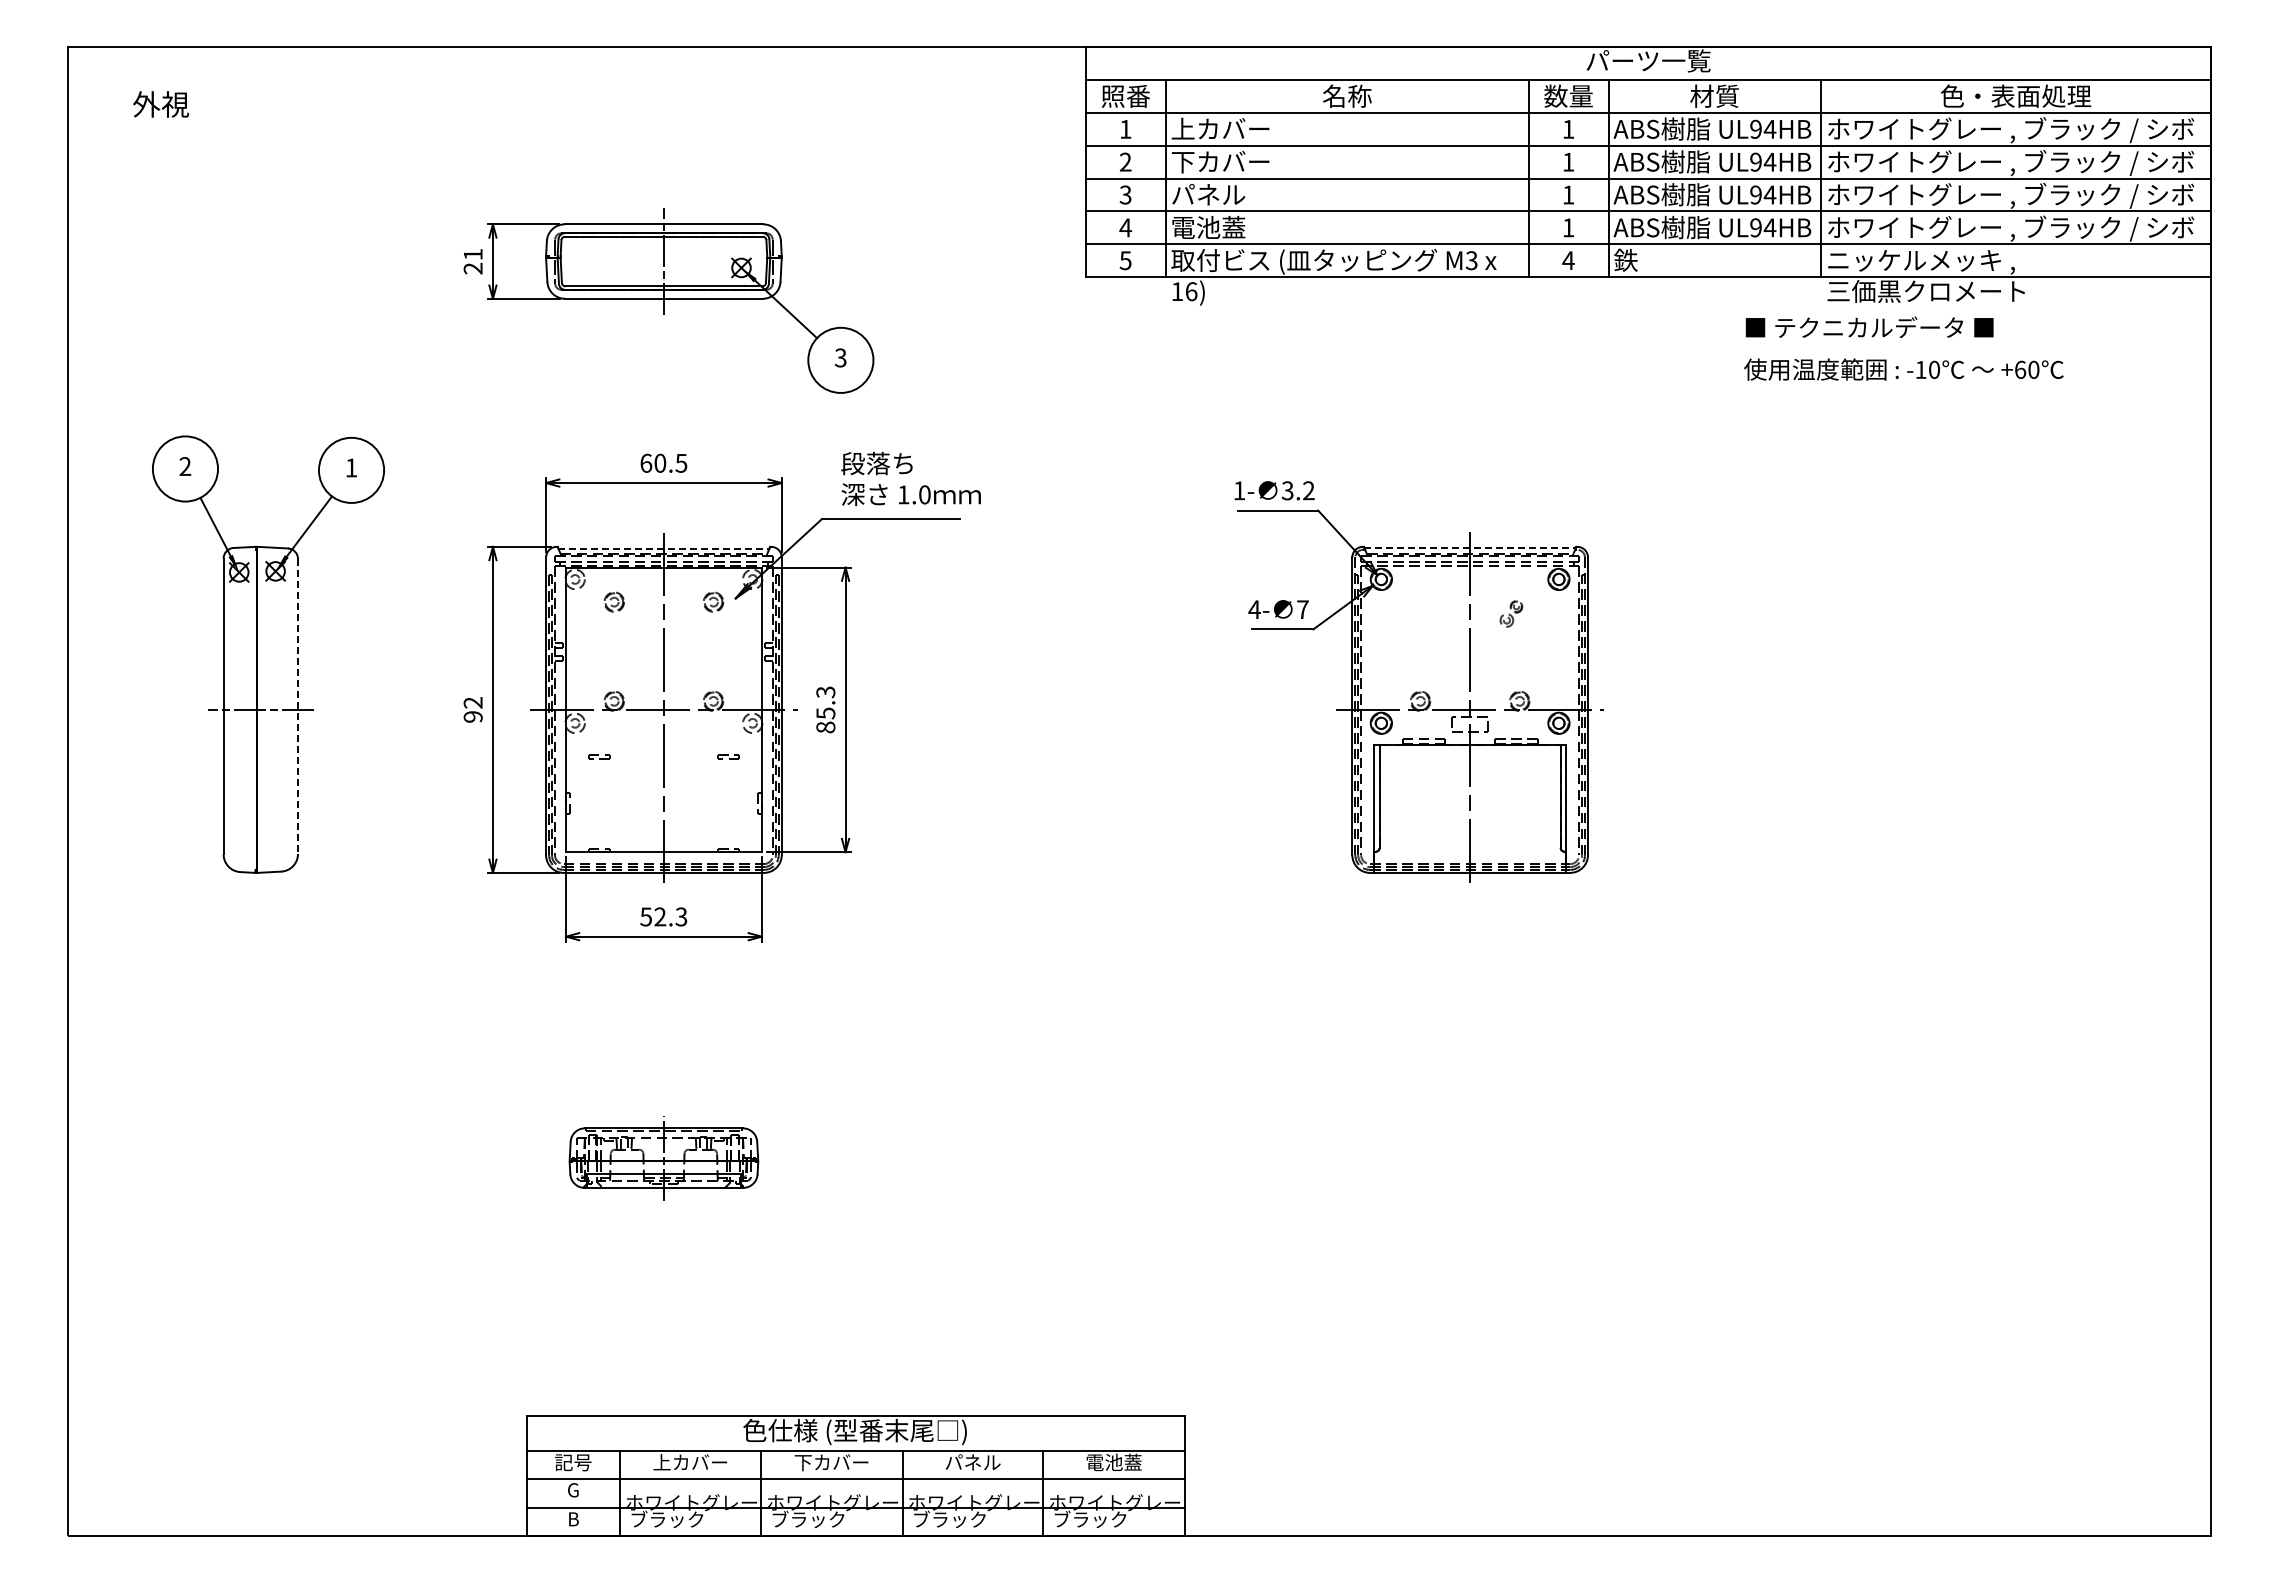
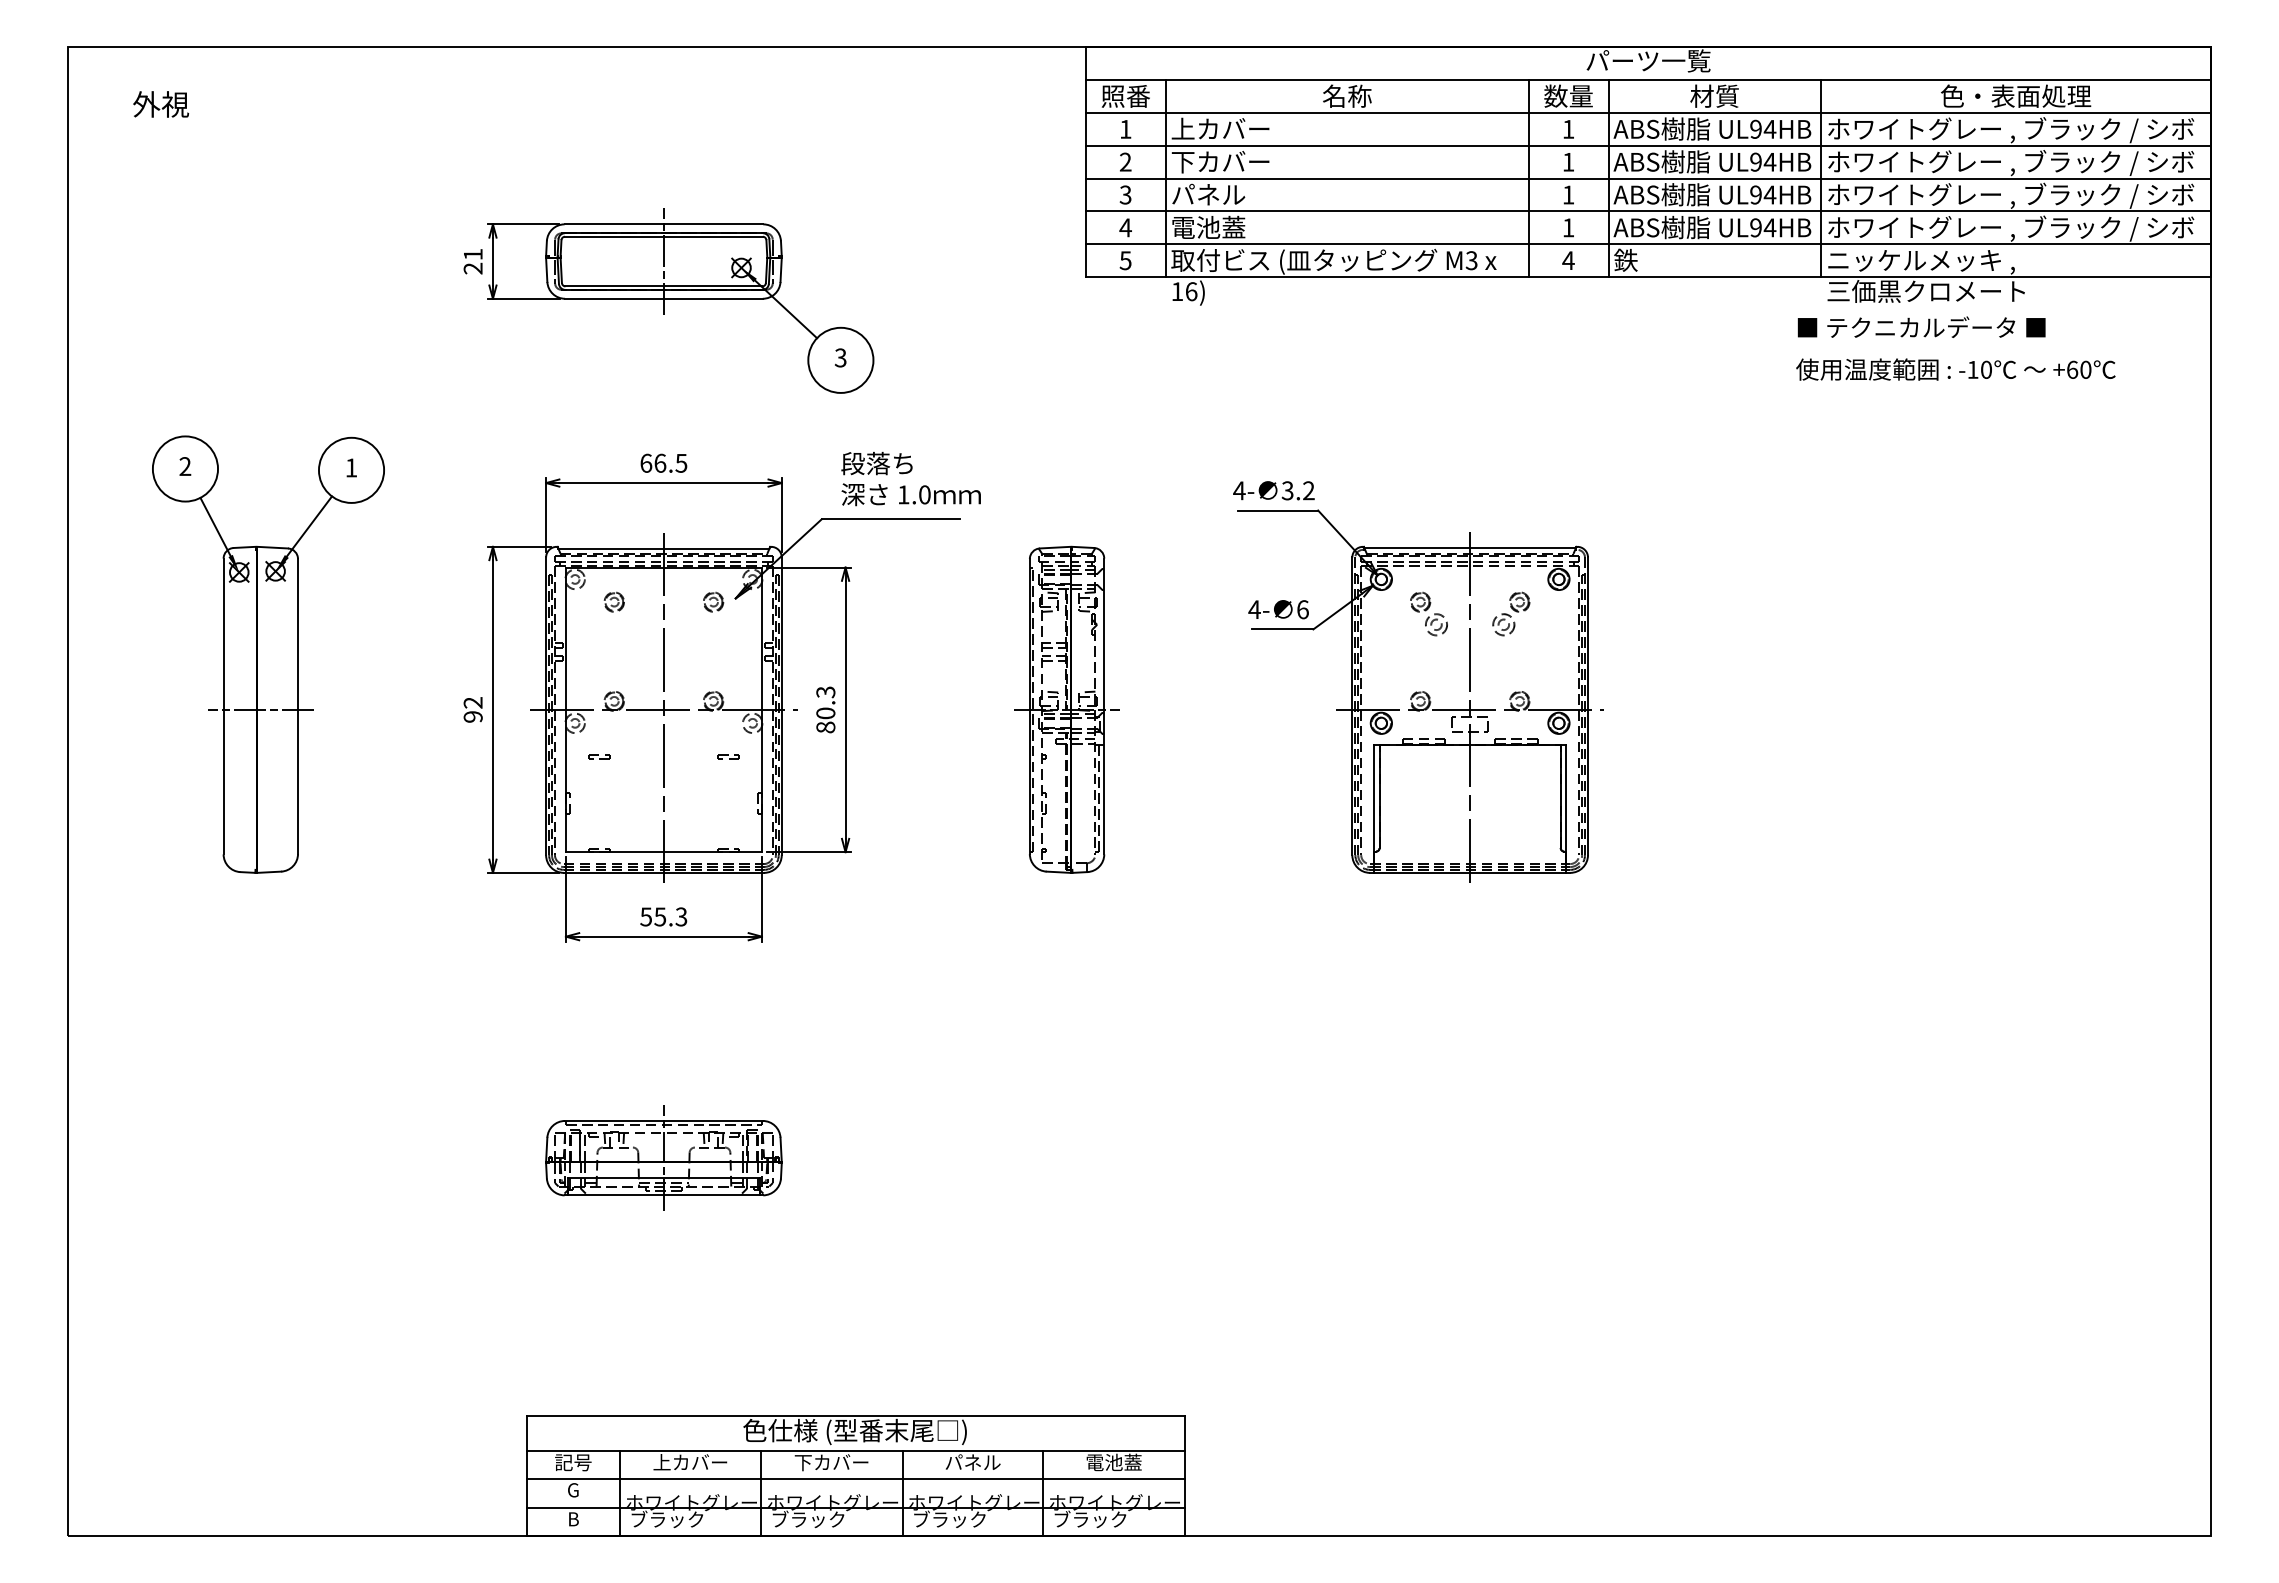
text at (1903, 348) position: (1903, 348) -> (1955, 348)
text at (660, 462): 60.5 -> 66.5
text at (1239, 490): 1- -> 4-
line at (663, 548): dashed -> solid
line at (1470, 548): dashed -> solid
text at (1302, 609): 7 -> 6
part at (1428, 613): none -> present
part at (1511, 613) size: 25x28 px -> 39x46 px
line at (298, 707): dashed -> solid
part at (1066, 709): none -> present
text at (825, 713): 85.3 -> 80.3
text at (660, 916): 52.3 -> 55.3
part at (663, 1158) size: 192x85 px -> 238x106 px
